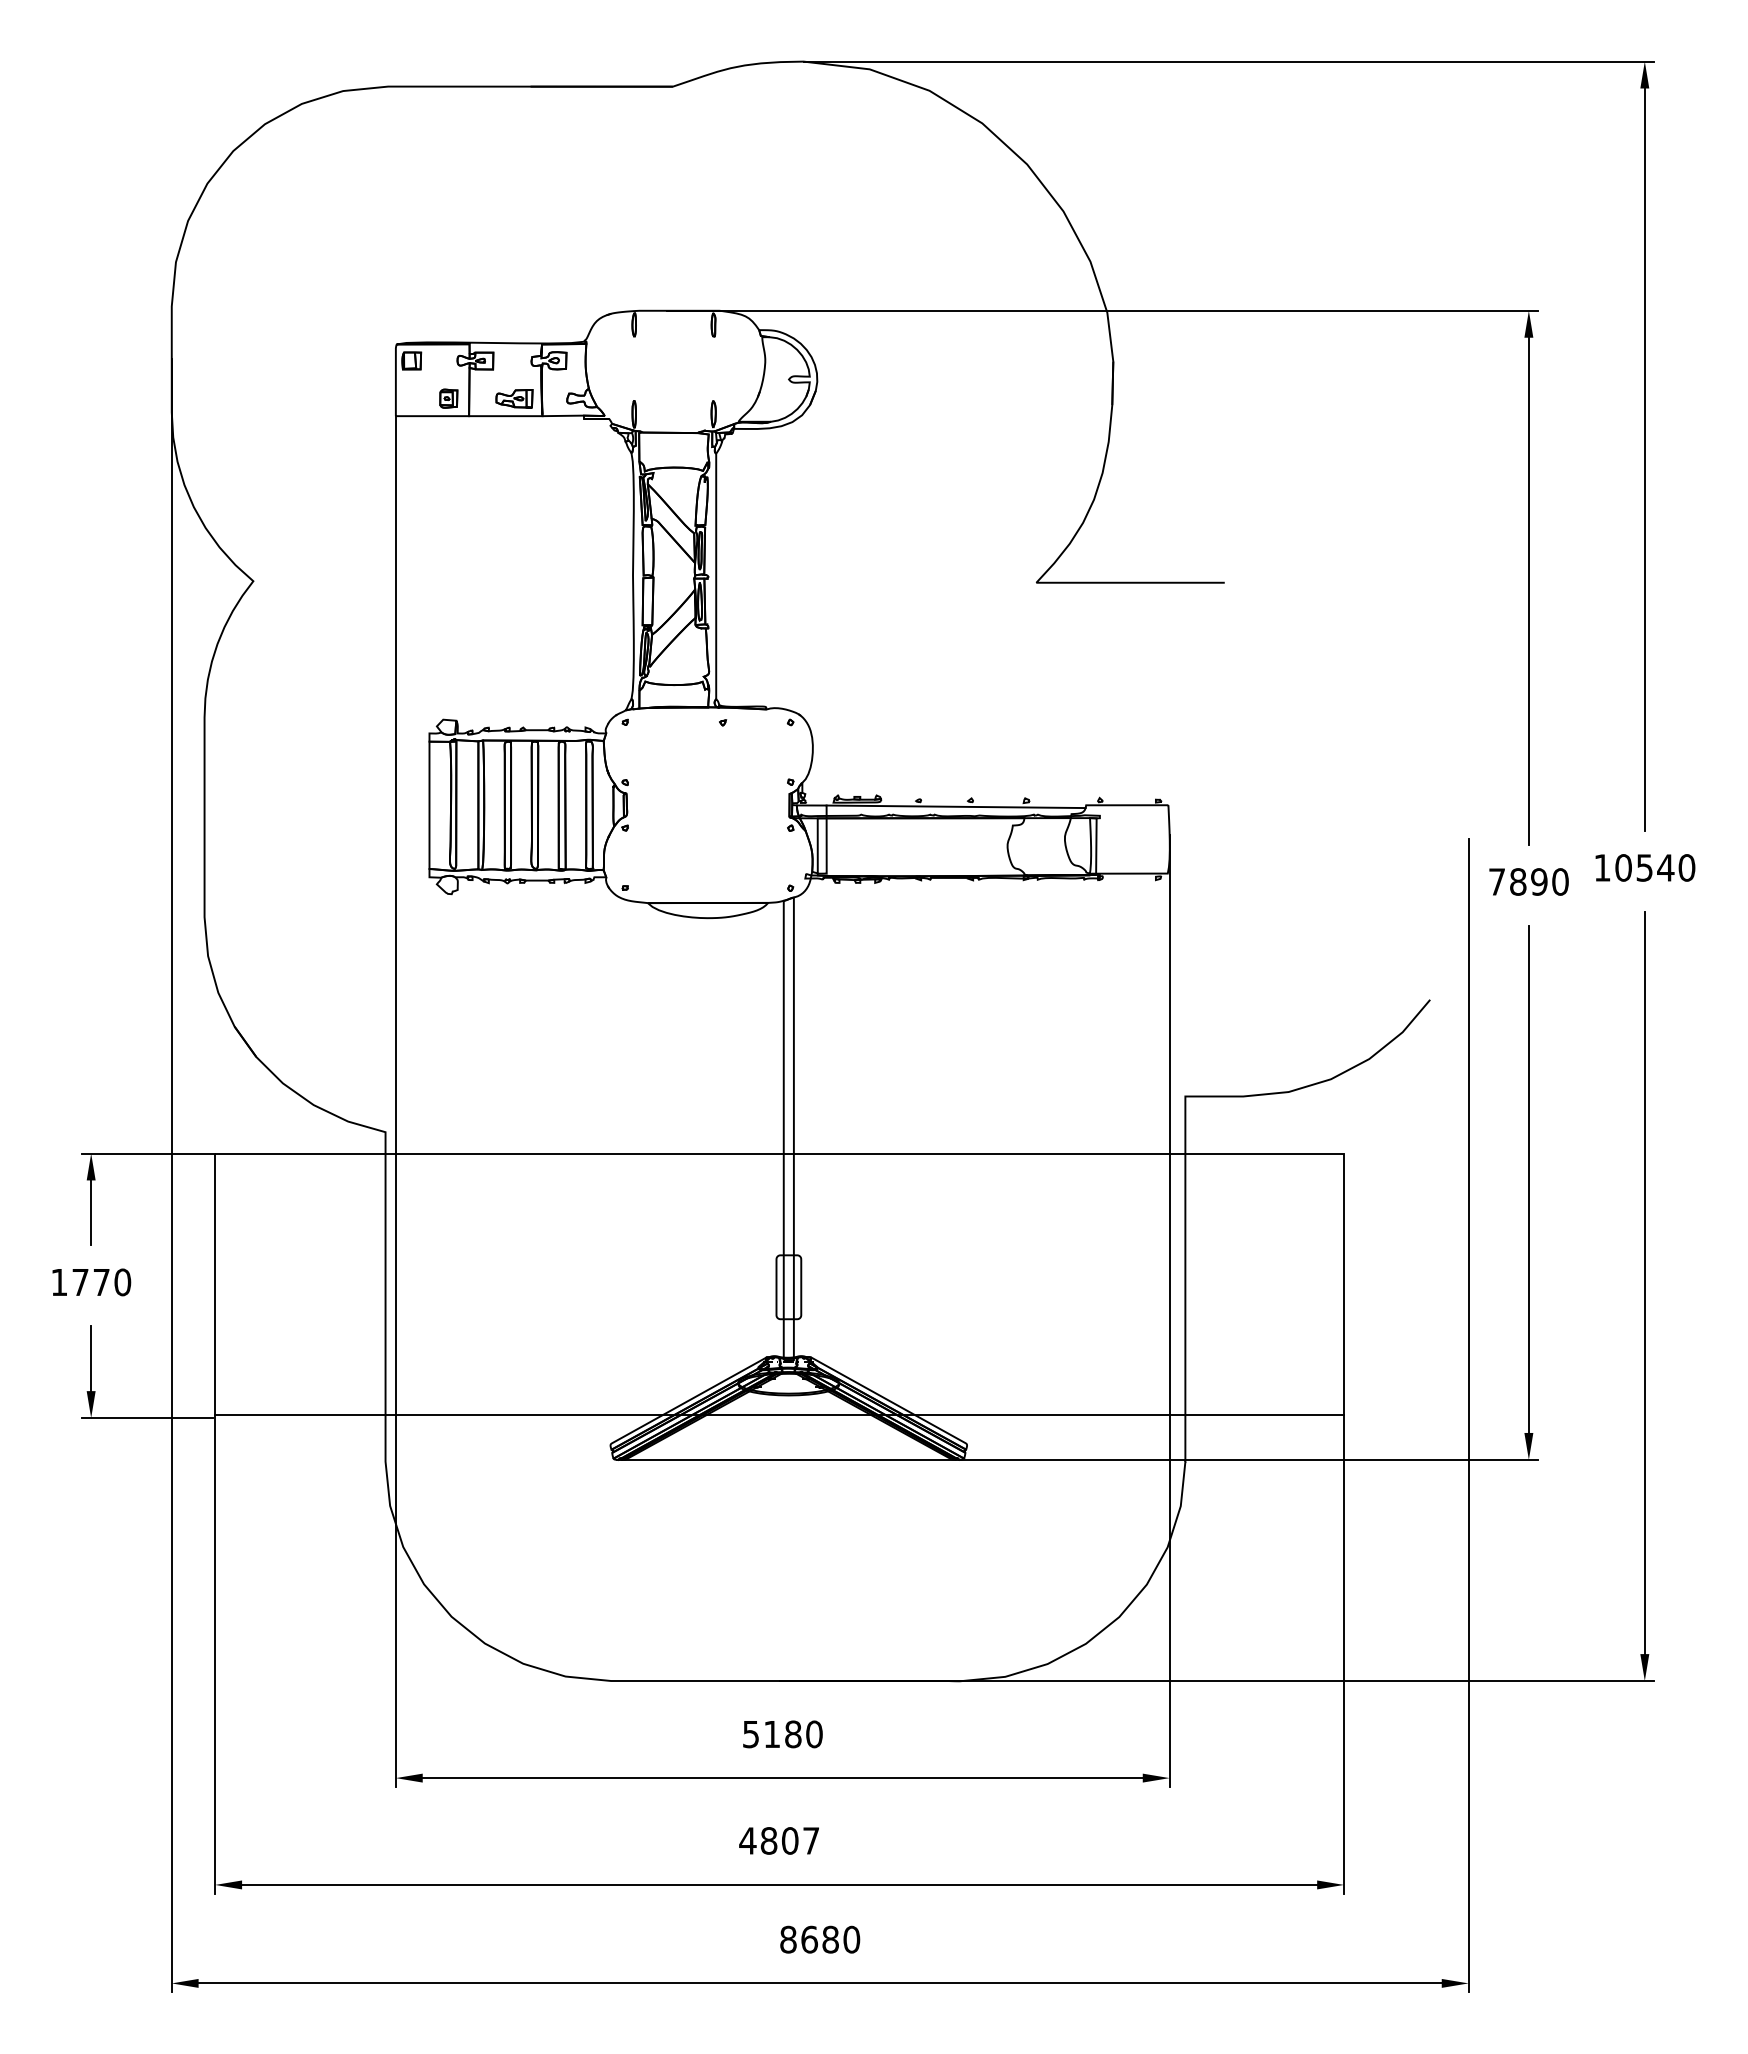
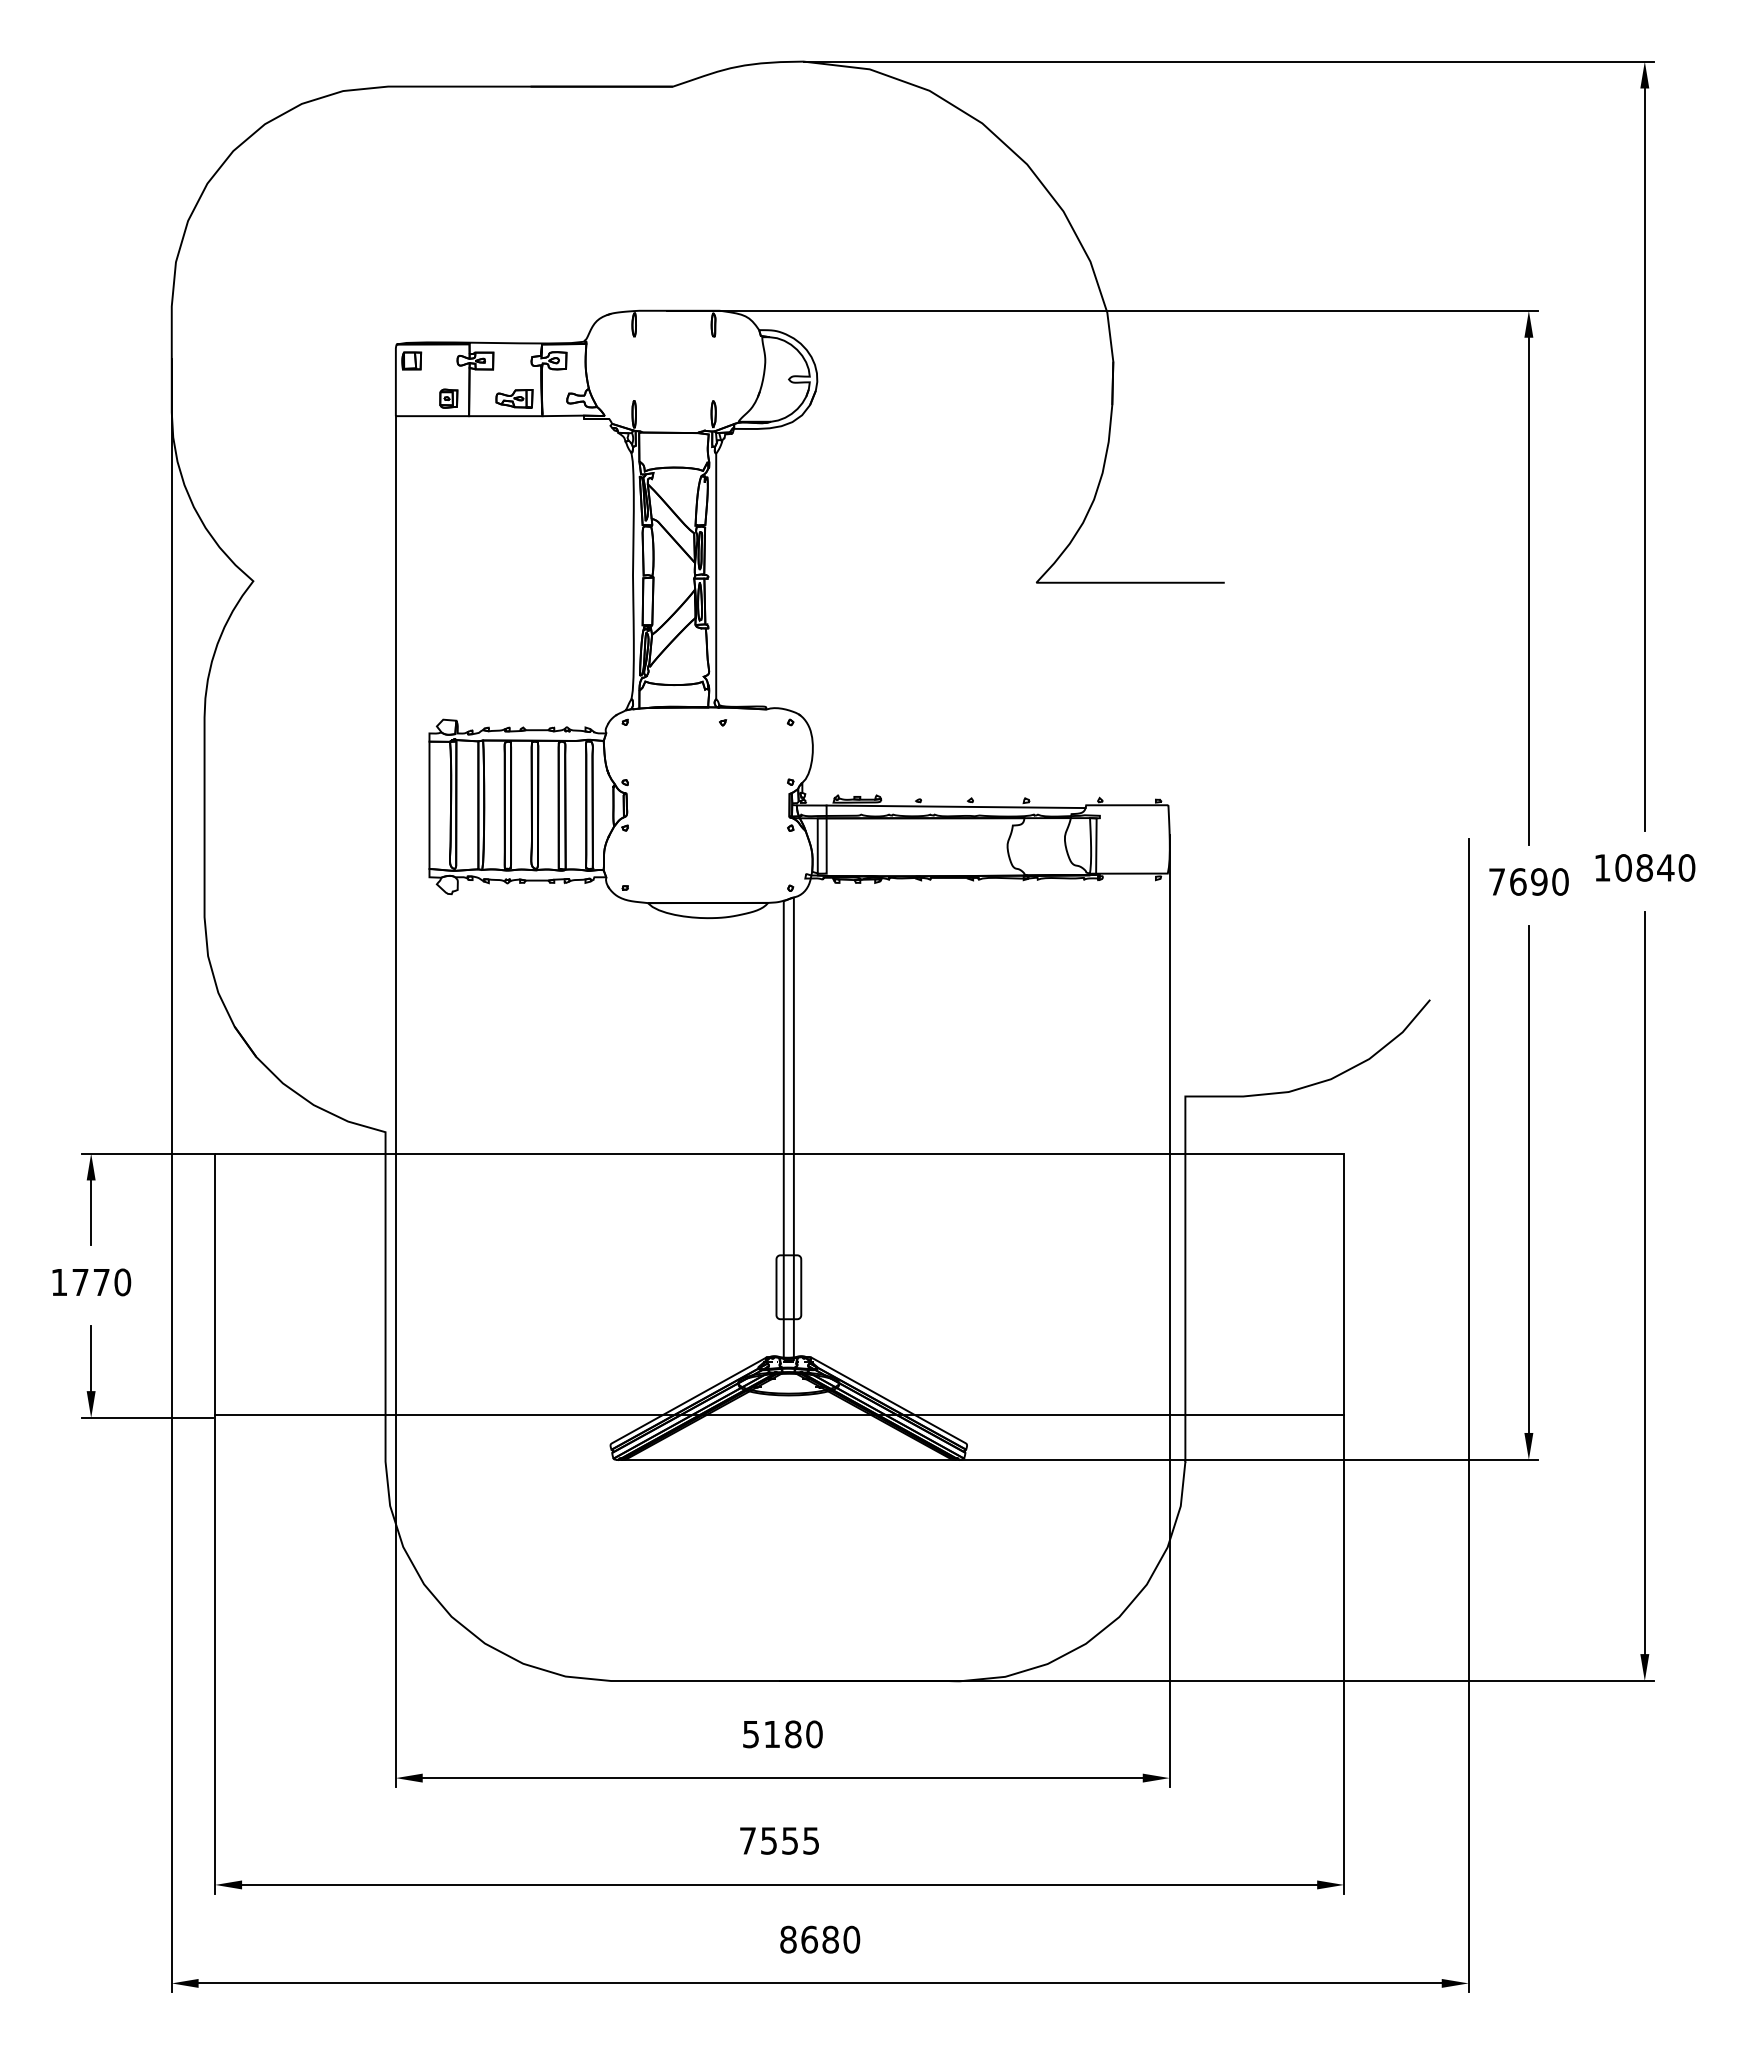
text at (1644, 867): 10540 -> 10840
text at (1518, 881): 7890 -> 7690
text at (779, 1840): 4807 -> 7555
